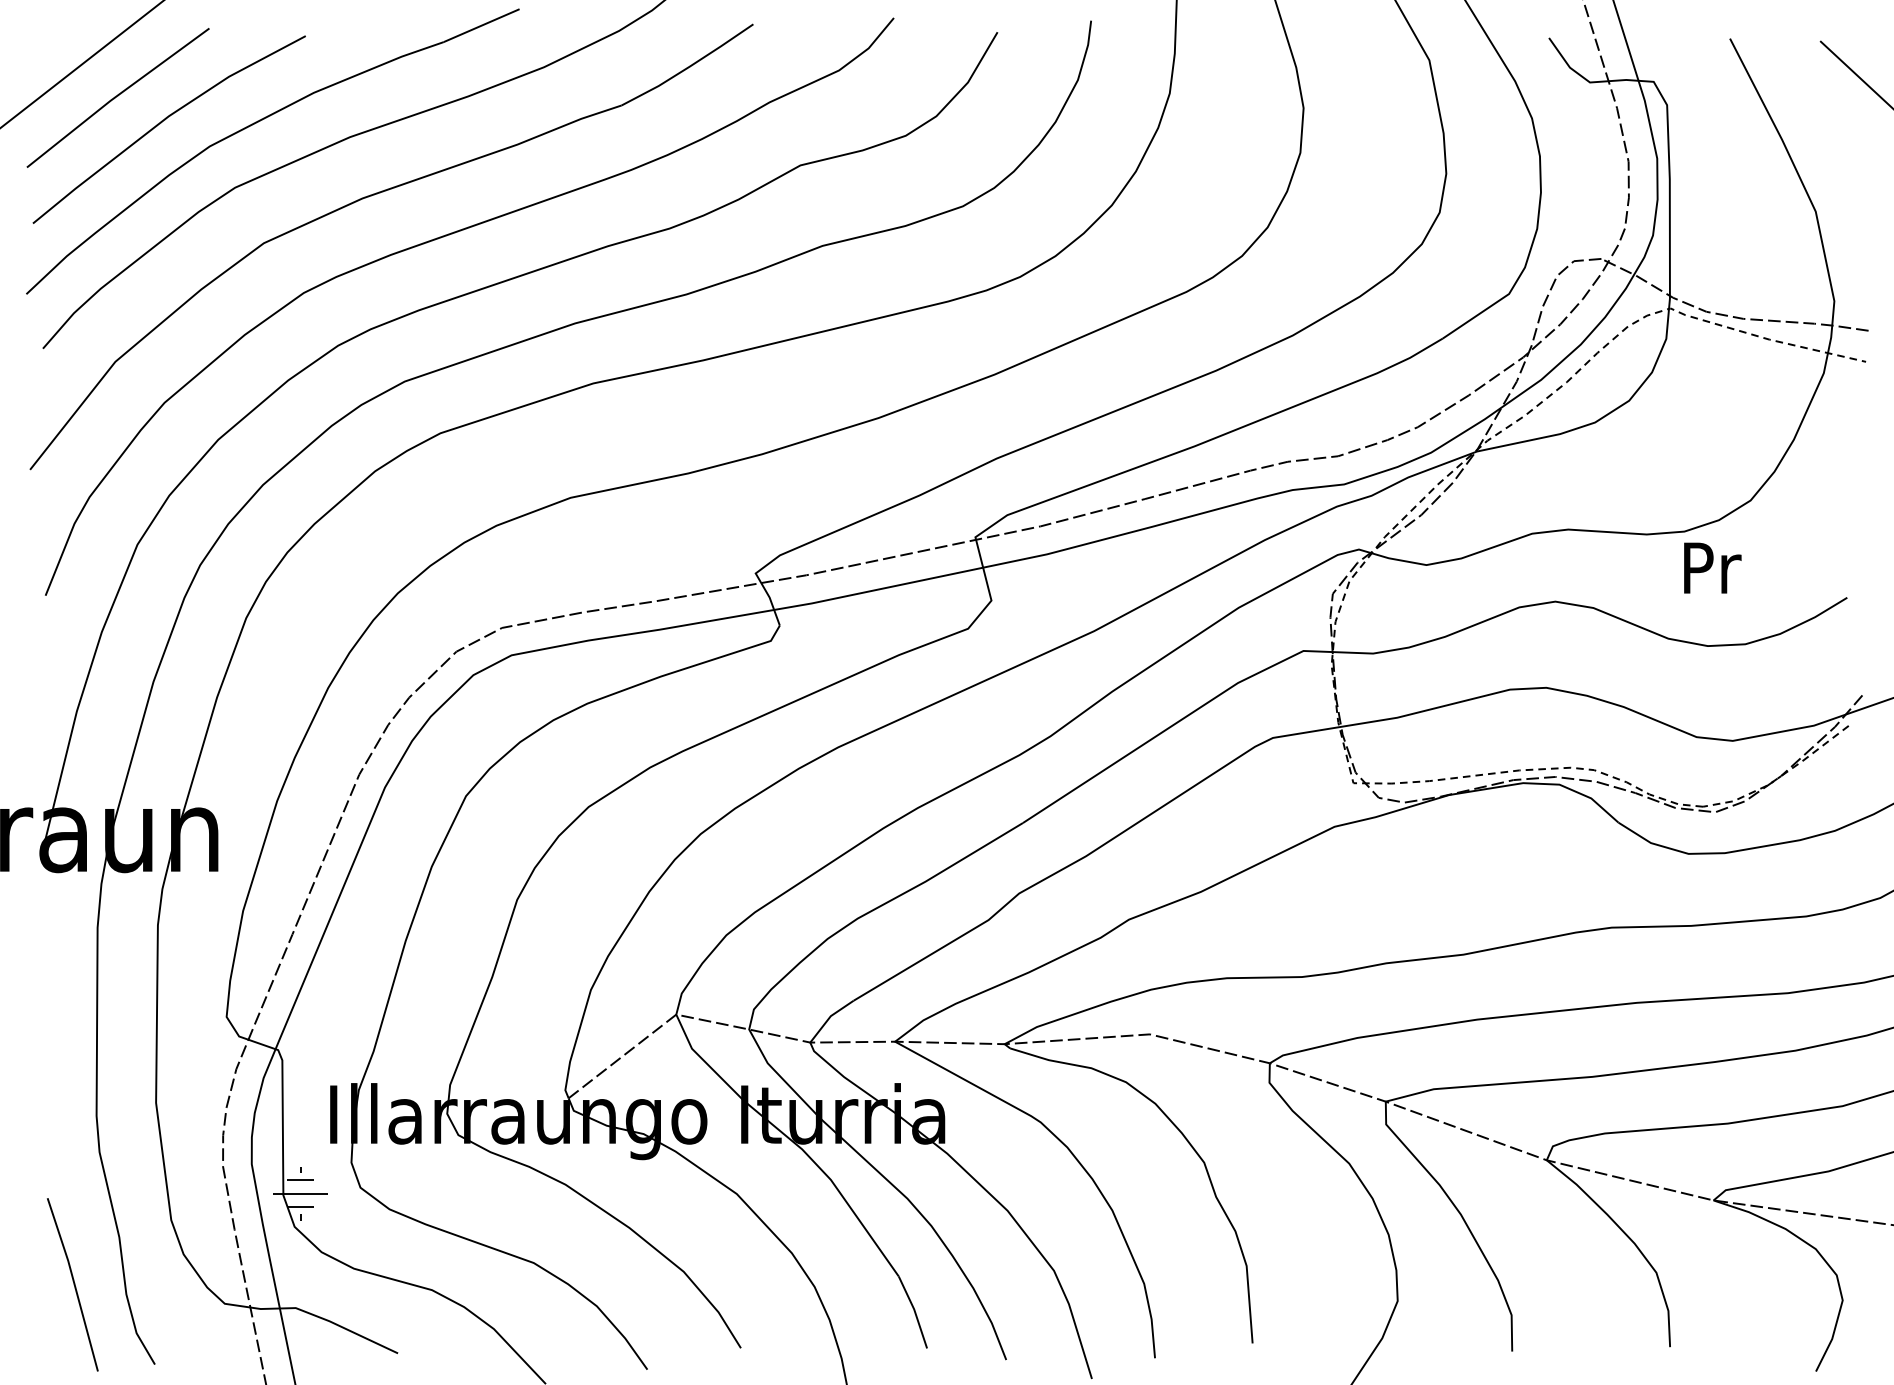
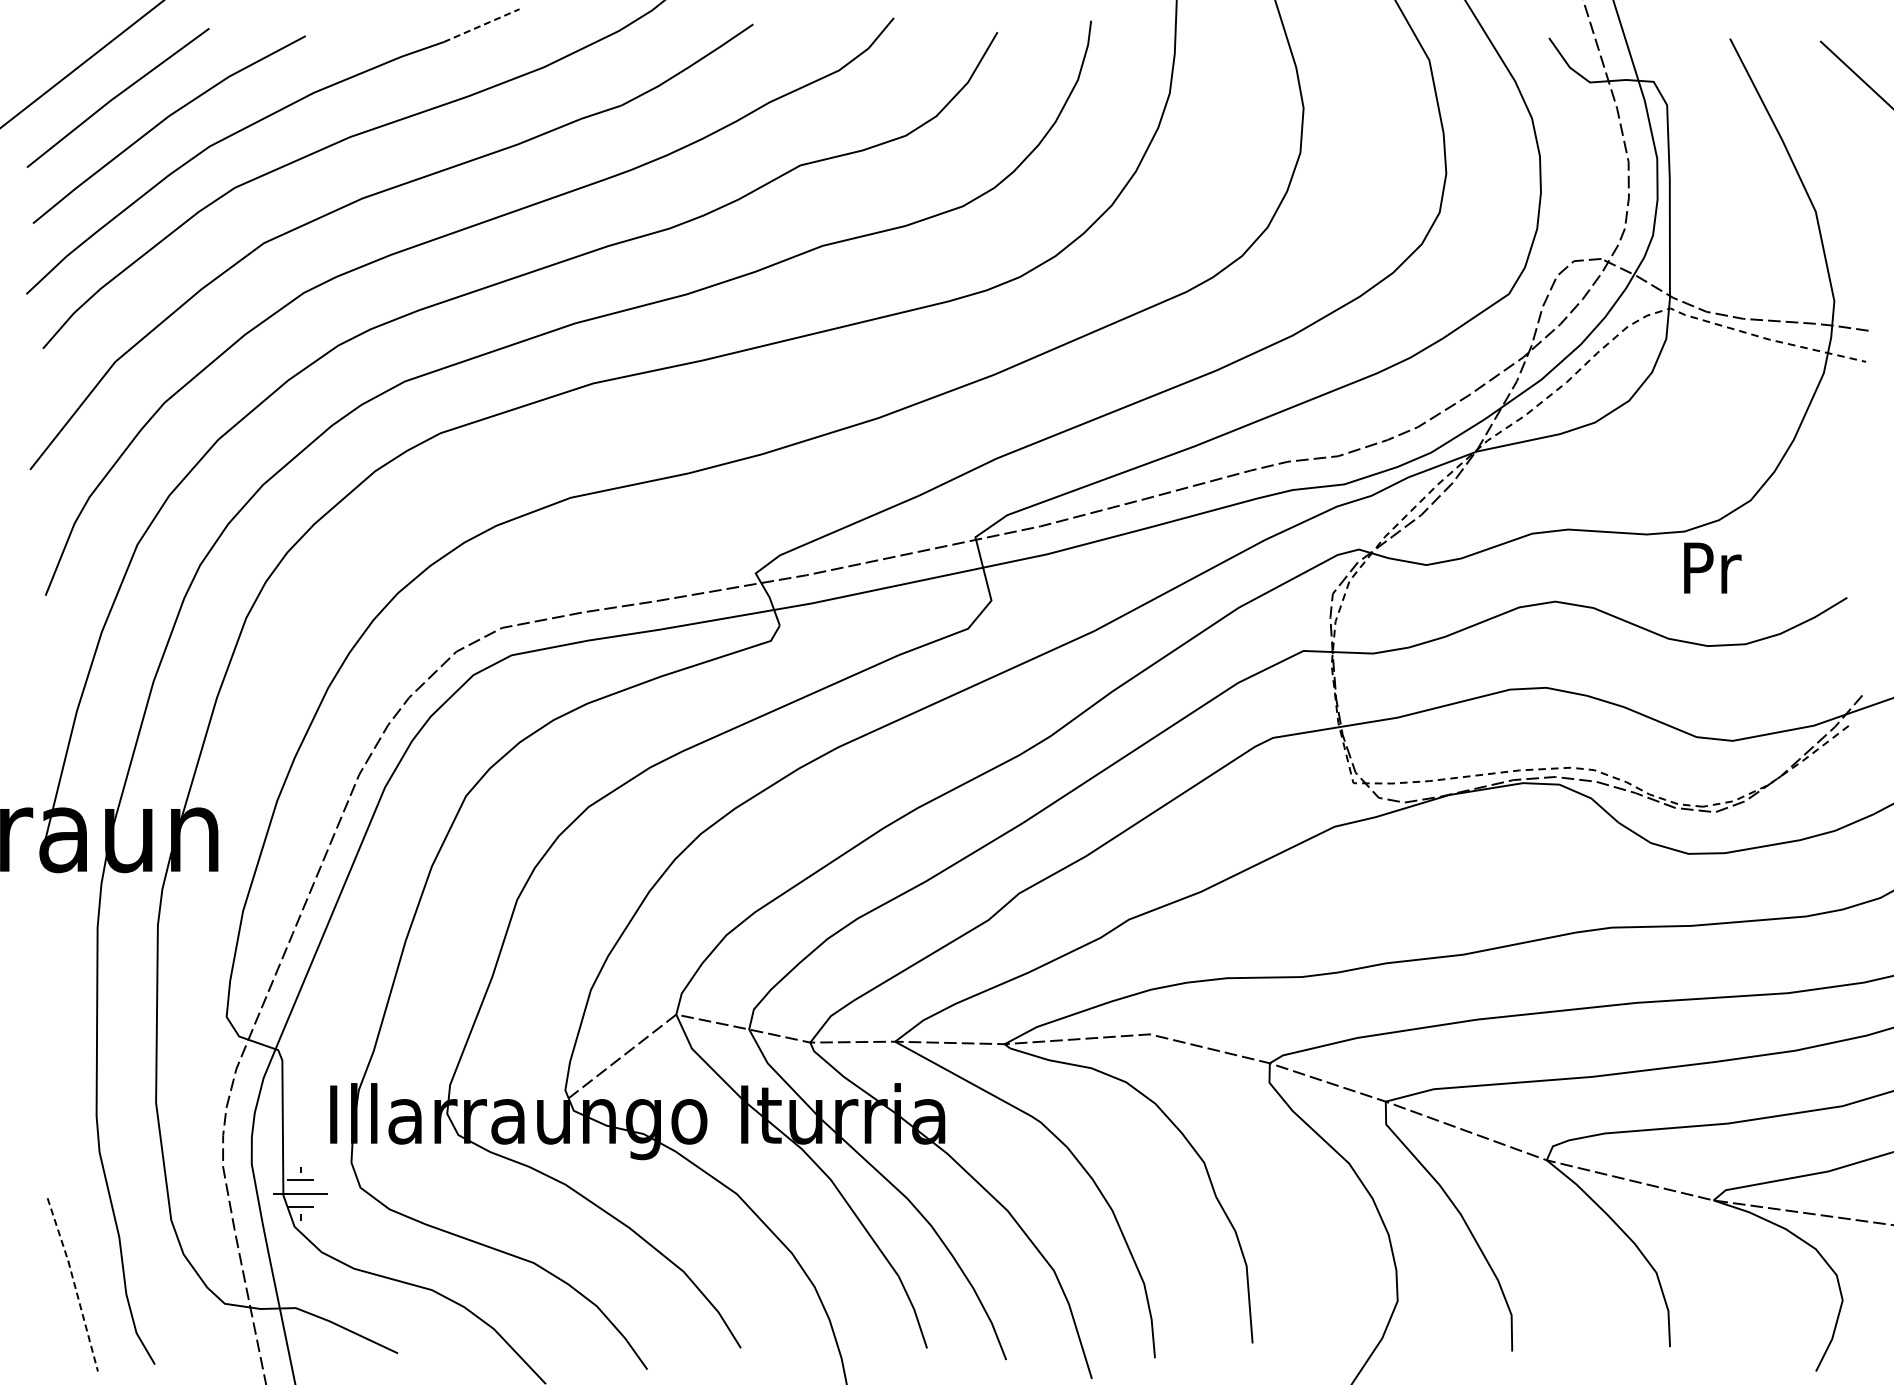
line at (482, 25): solid -> dashed
line at (74, 1284): solid -> dashed
